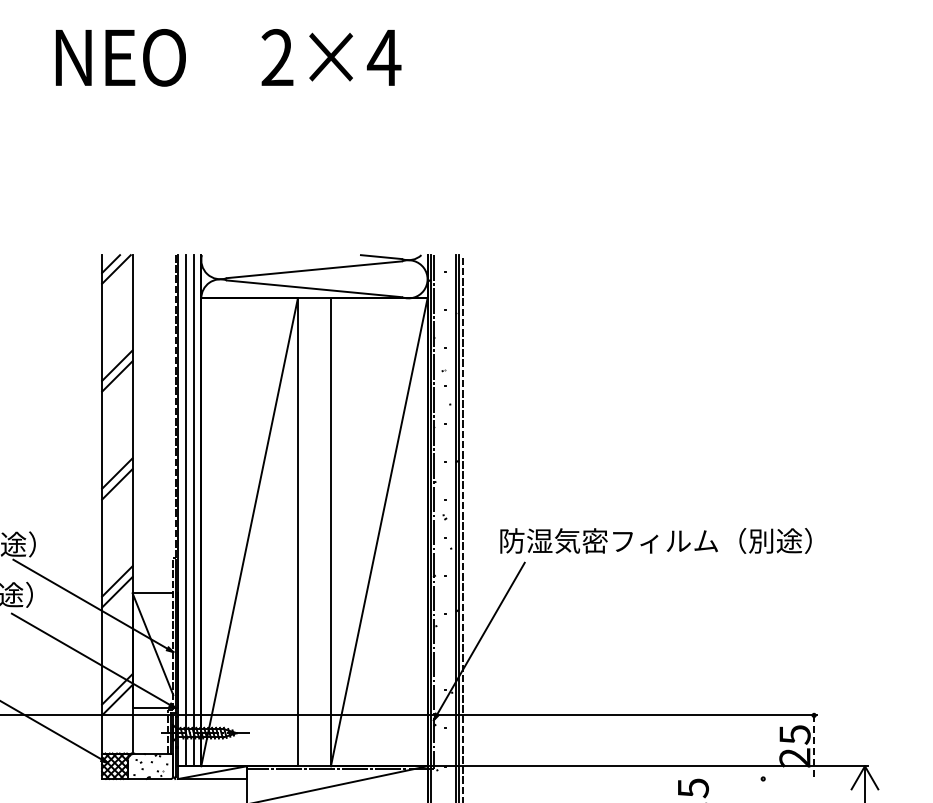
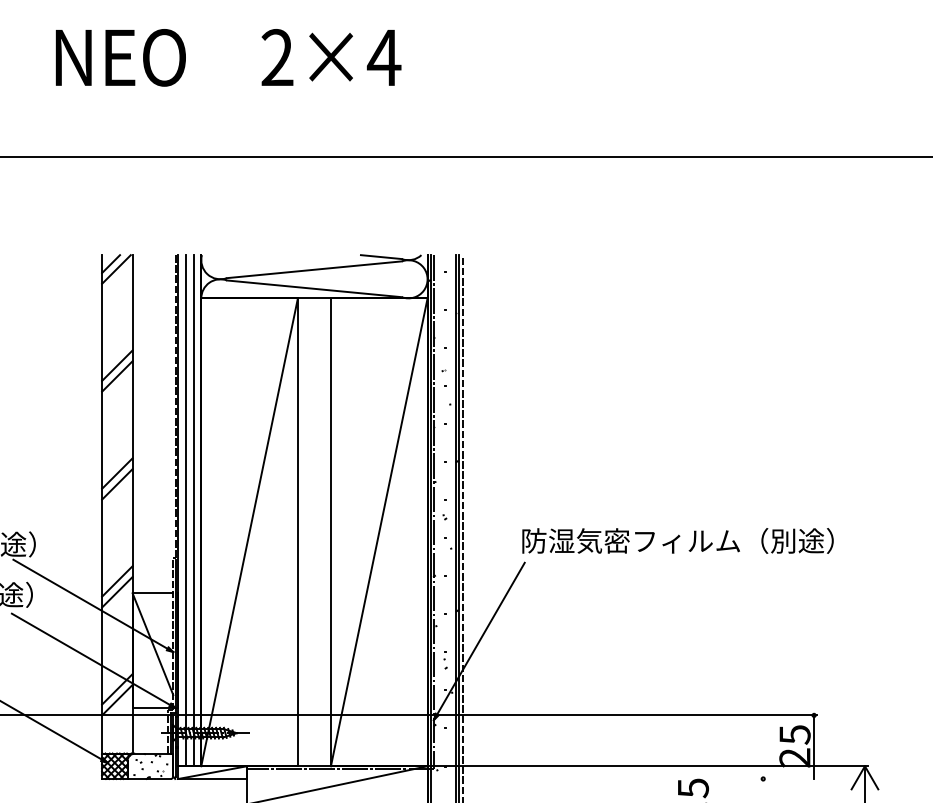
line at (465, 157): none -> present
text at (655, 540) position: (655, 540) -> (677, 540)
part at (445, 660): none -> present
line at (814, 747): dashed -> solid
